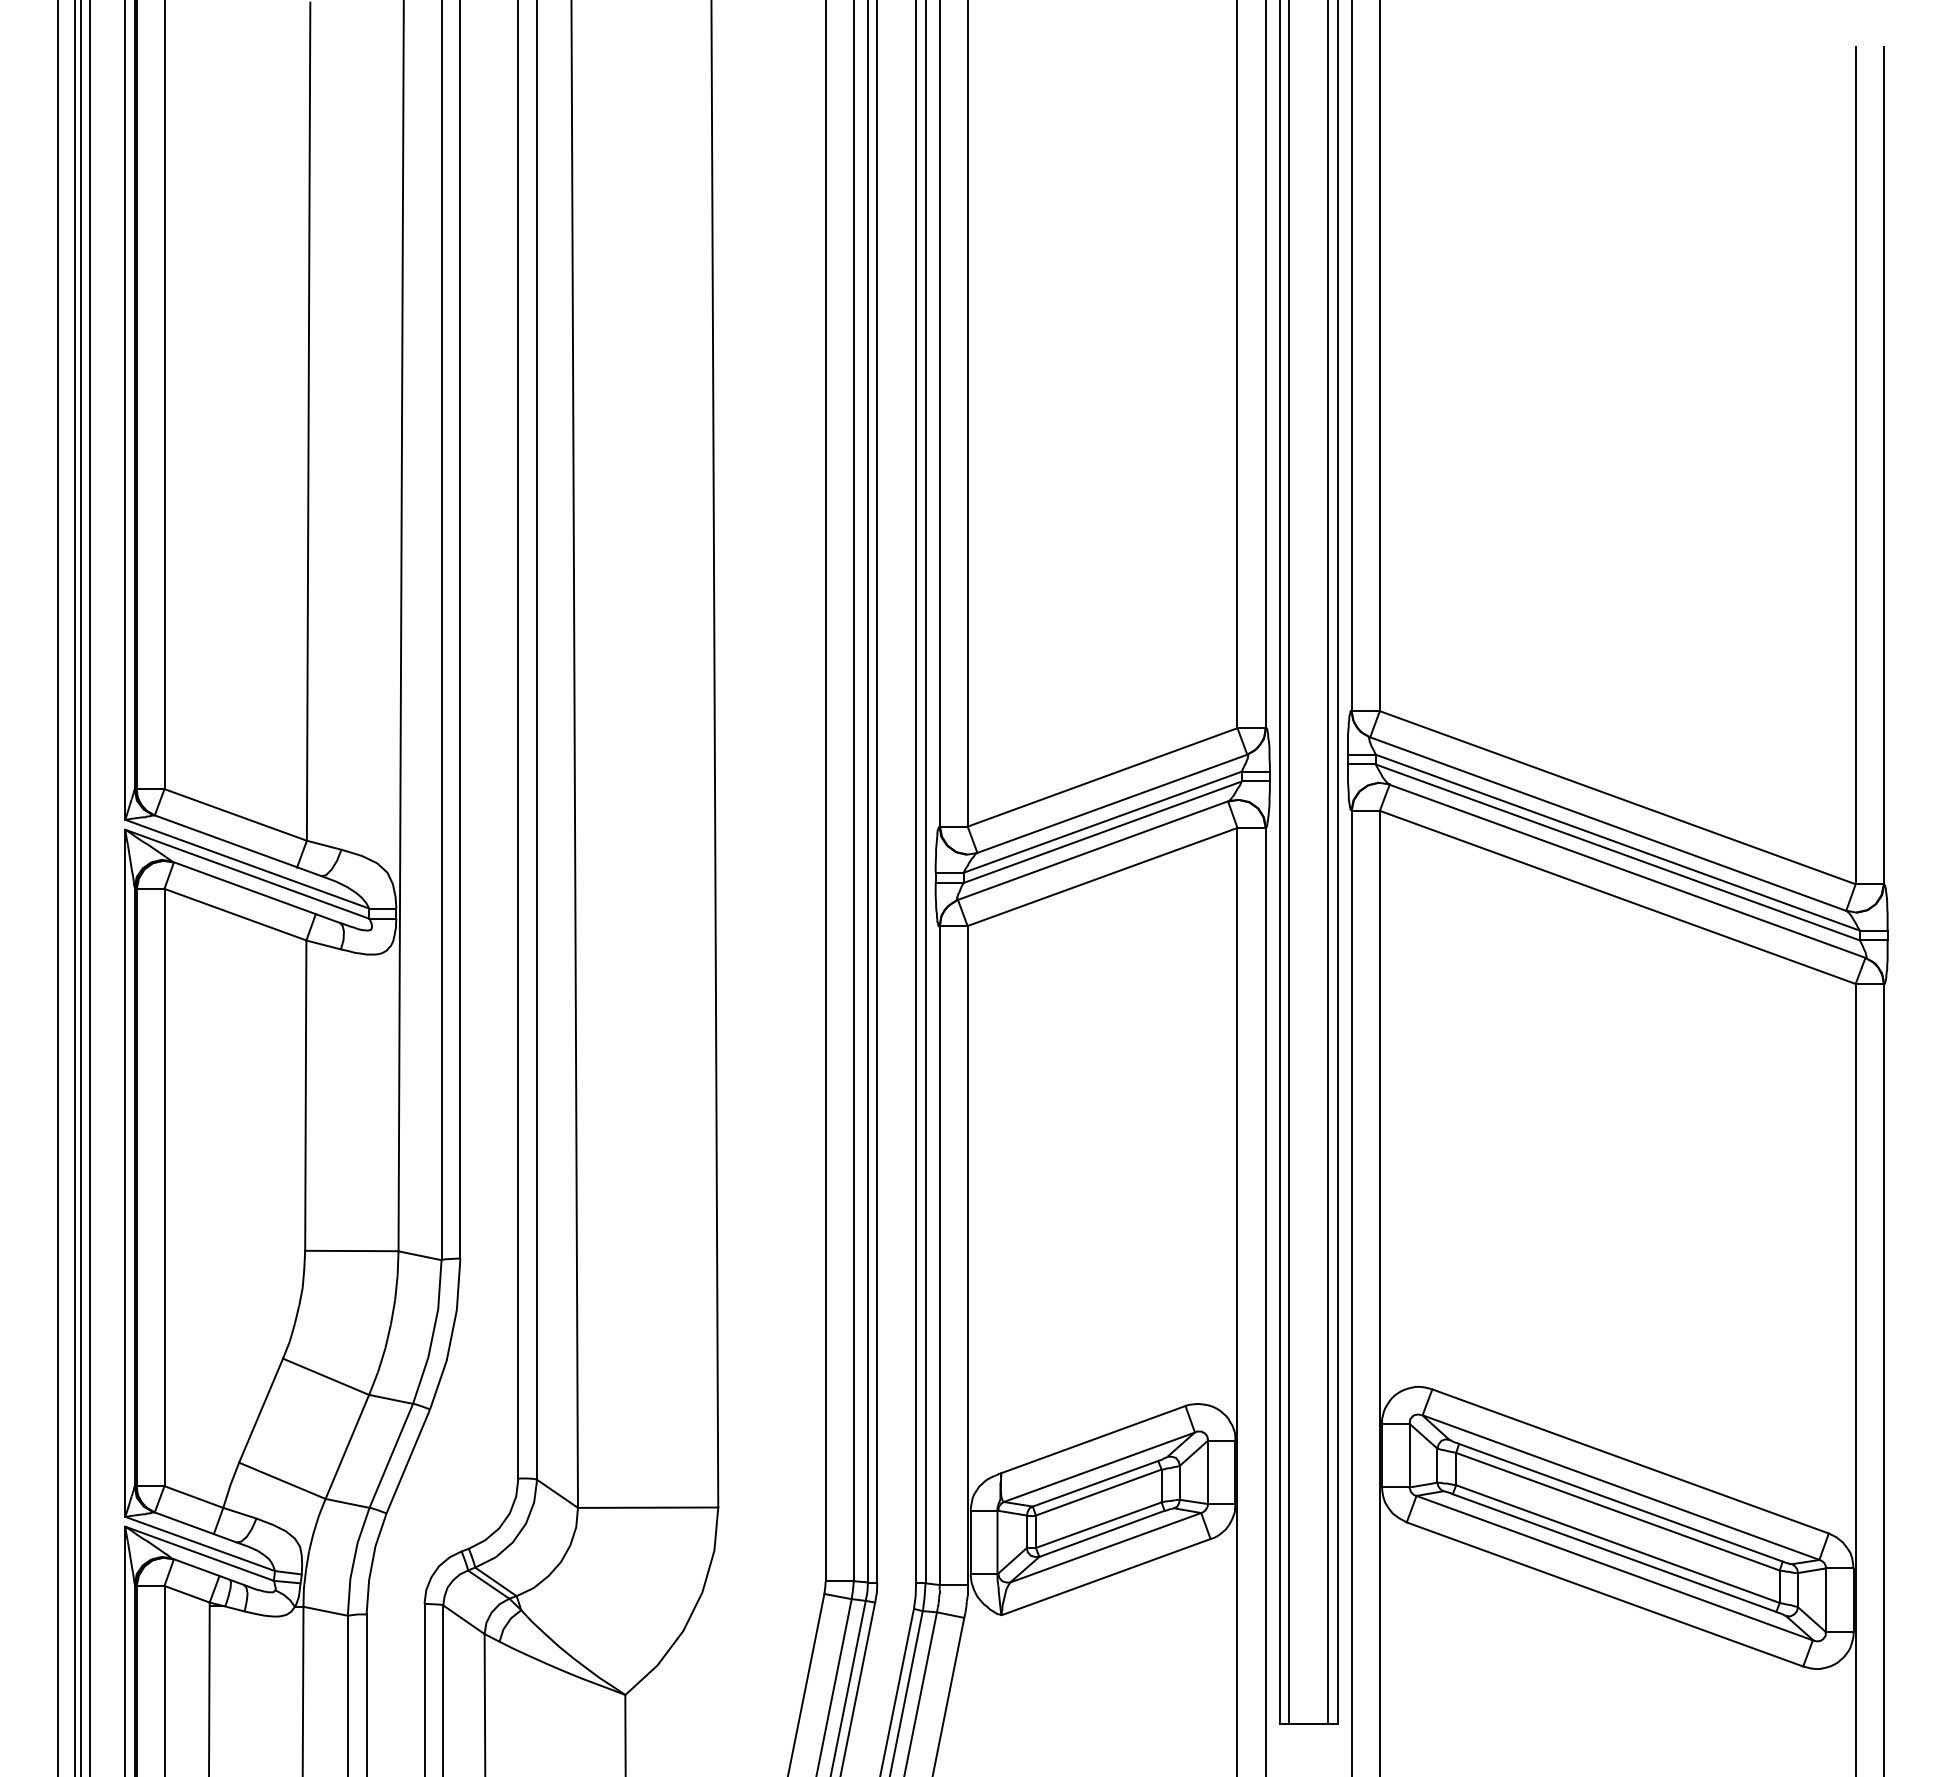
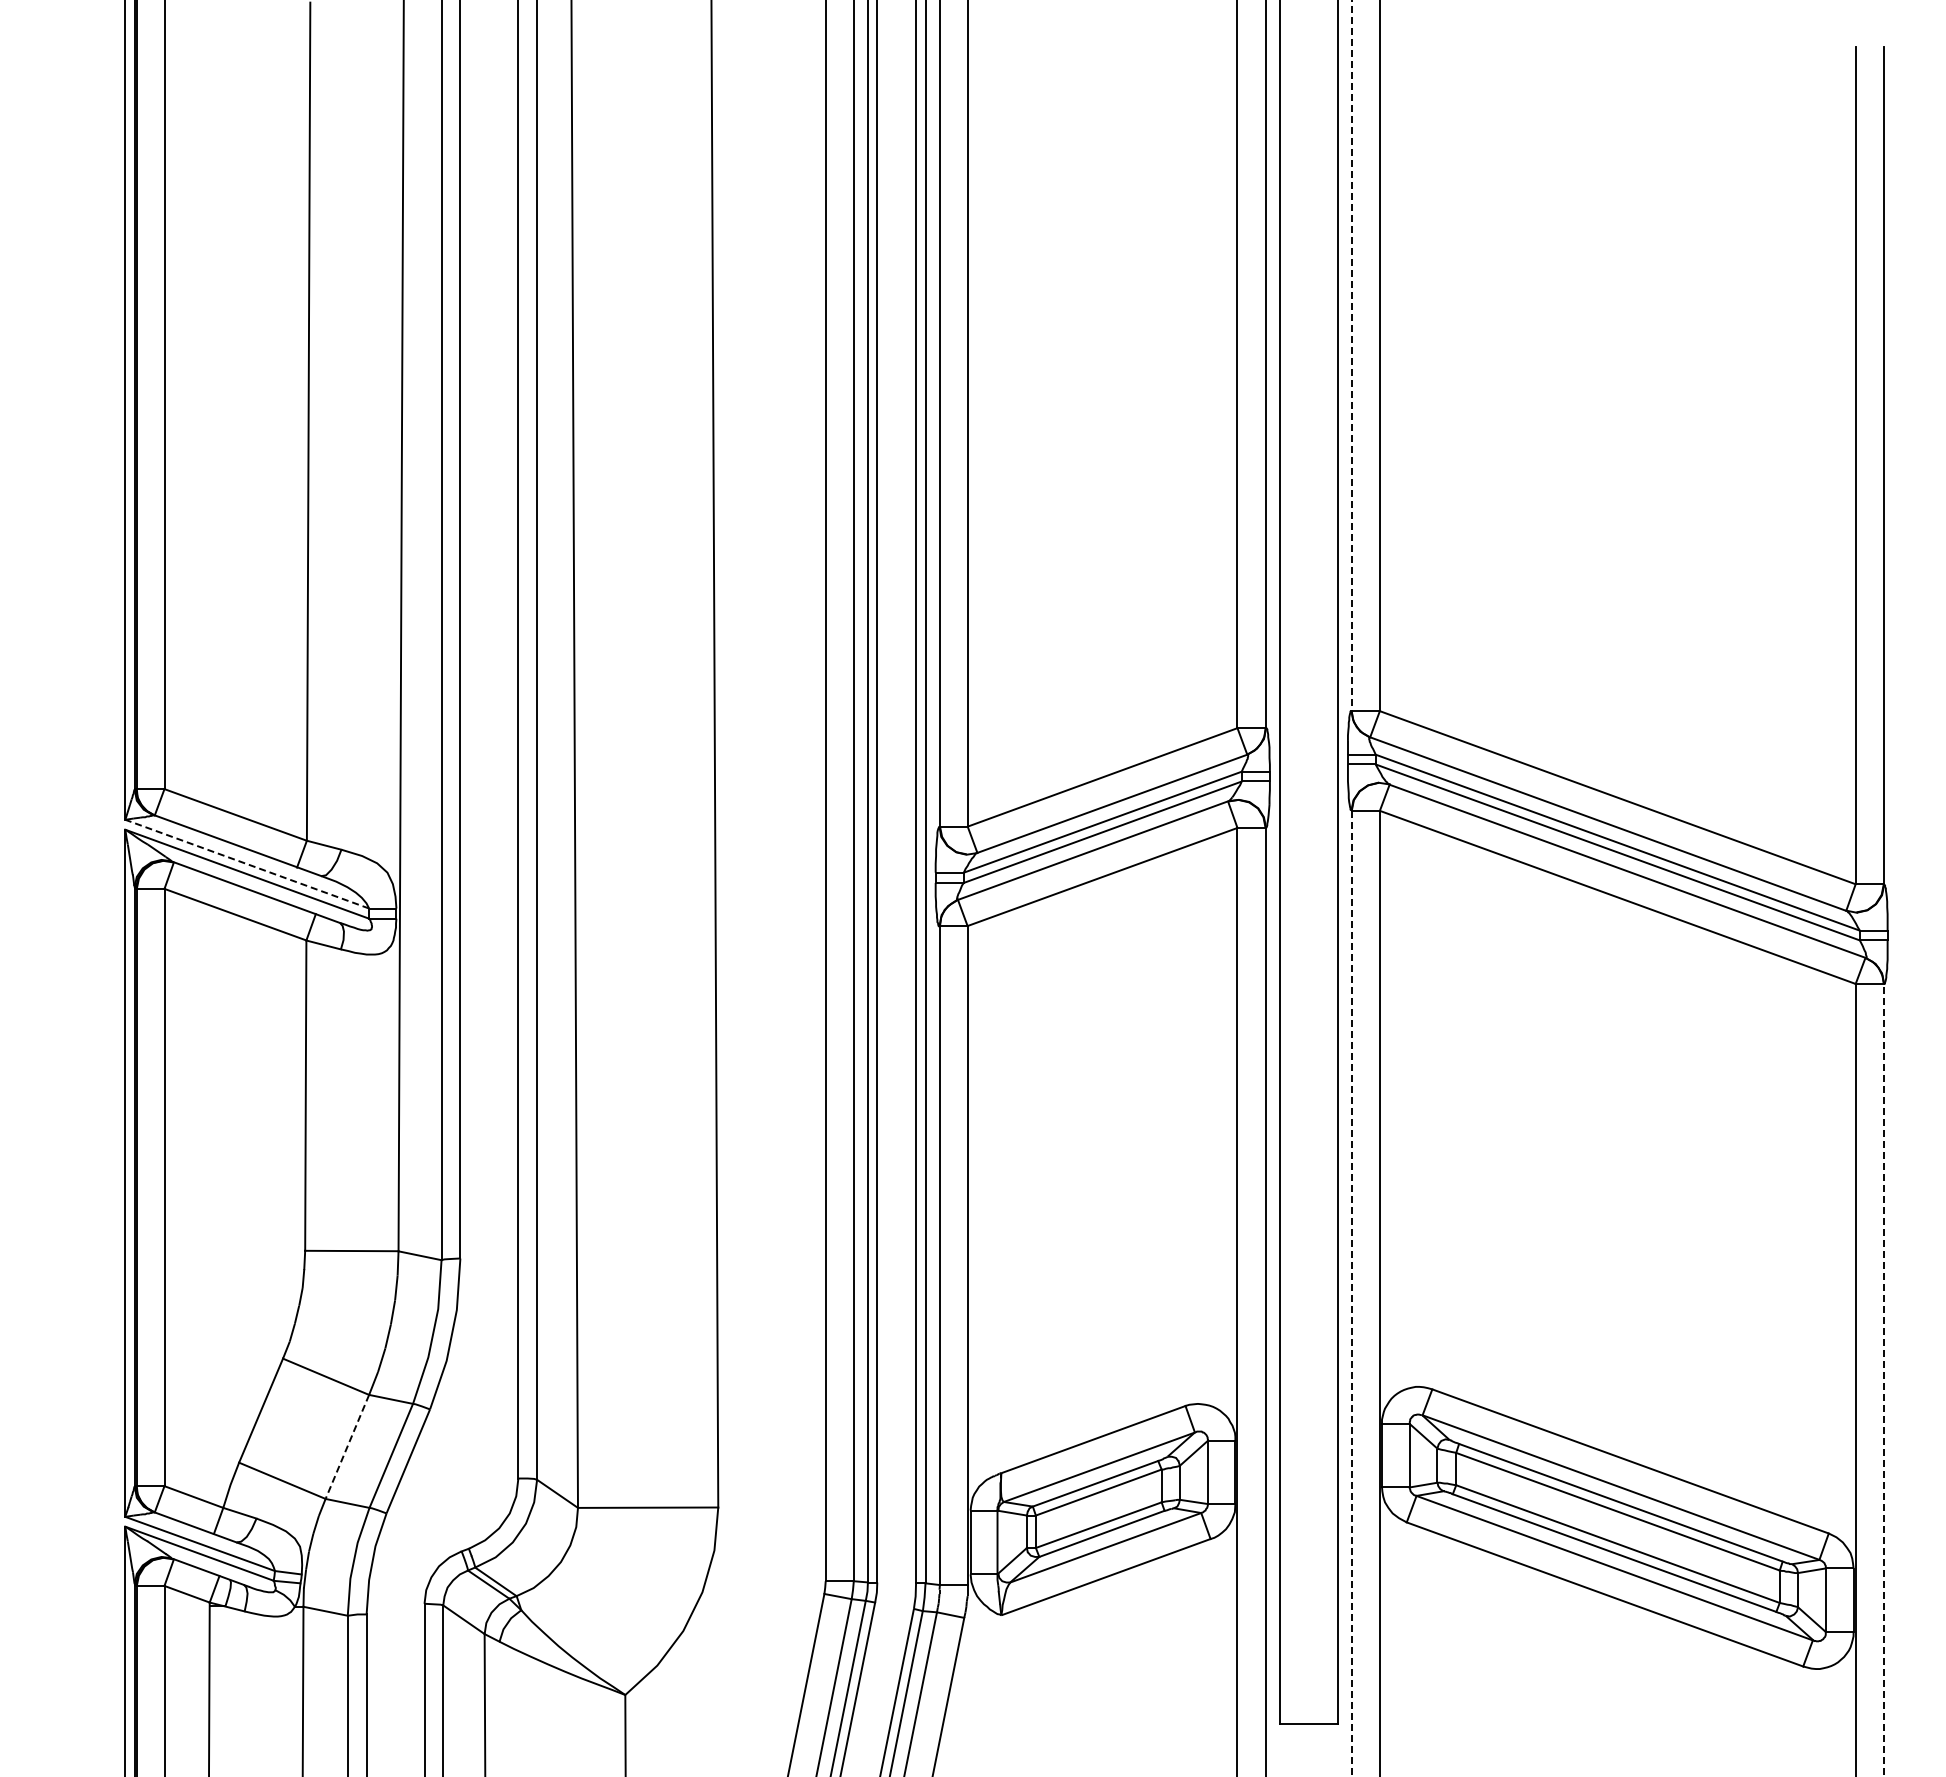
line at (1351, 356): solid -> dashed
line at (1289, 862): present -> none
line at (1328, 862): present -> none
line at (247, 864): solid -> dashed
line at (58, 887): present -> none
line at (75, 887): present -> none
line at (81, 887): present -> none
line at (90, 887): present -> none
line at (1351, 1293): solid -> dashed
line at (1883, 1379): solid -> dashed
line at (347, 1447): solid -> dashed
